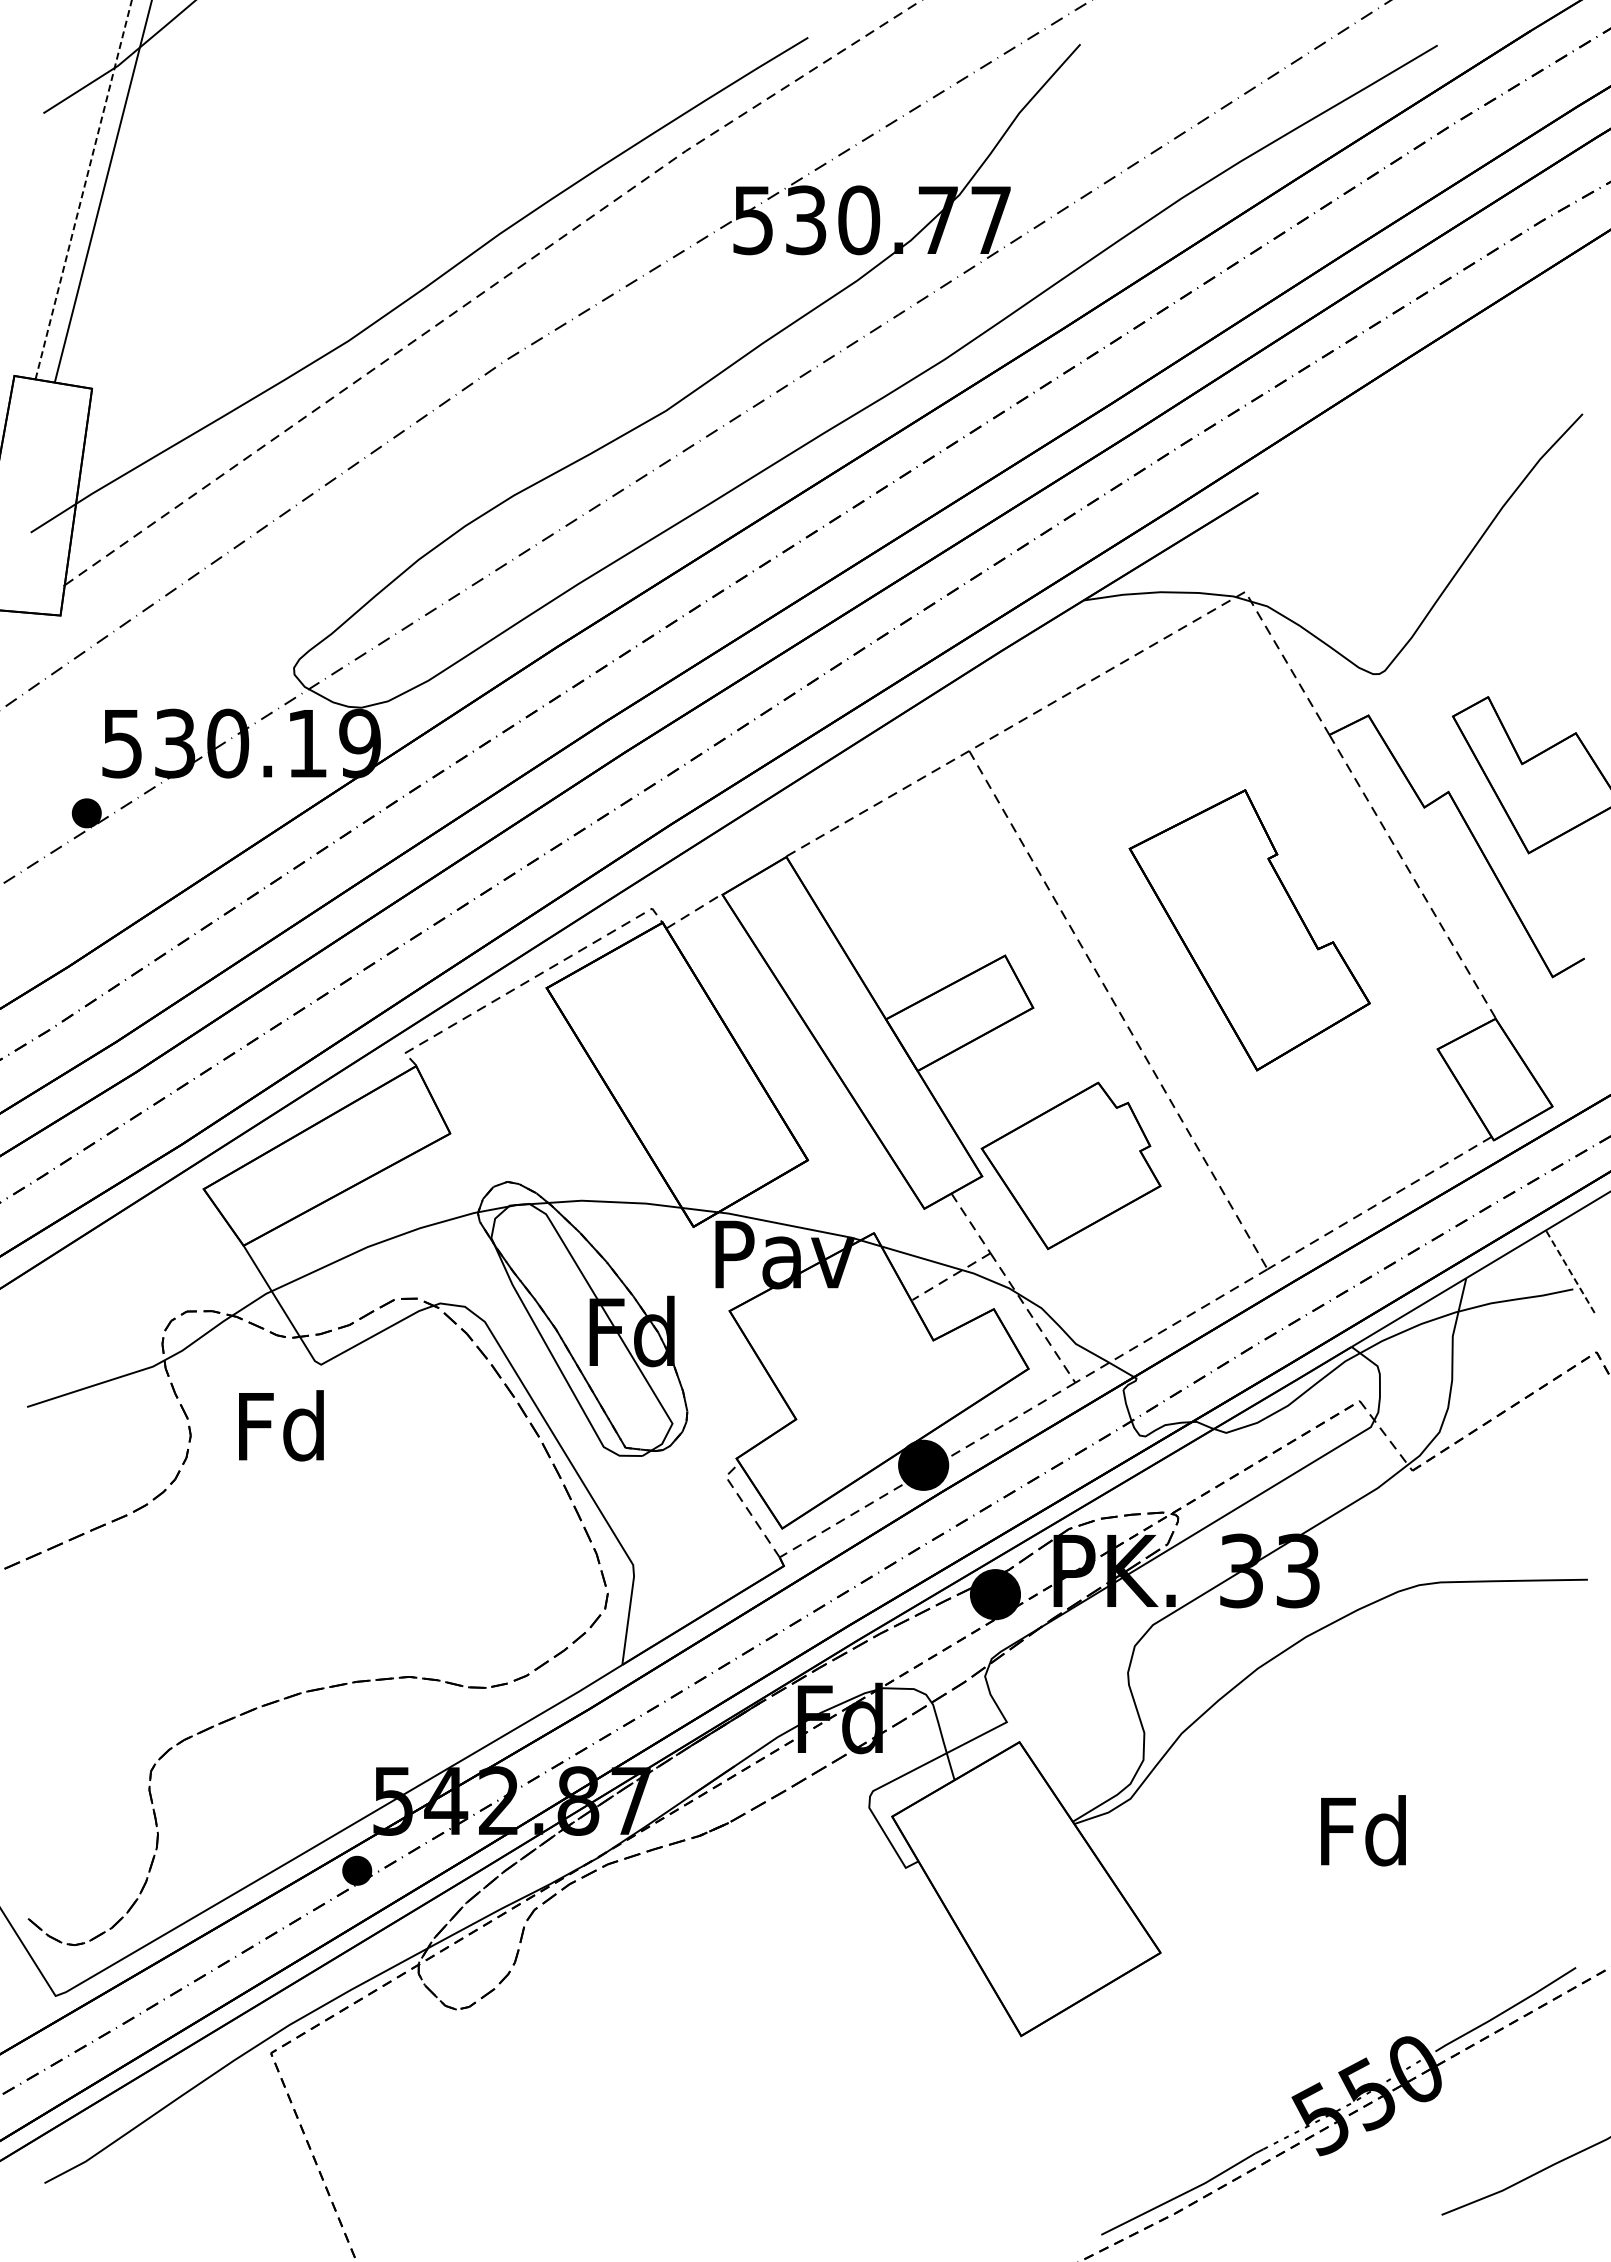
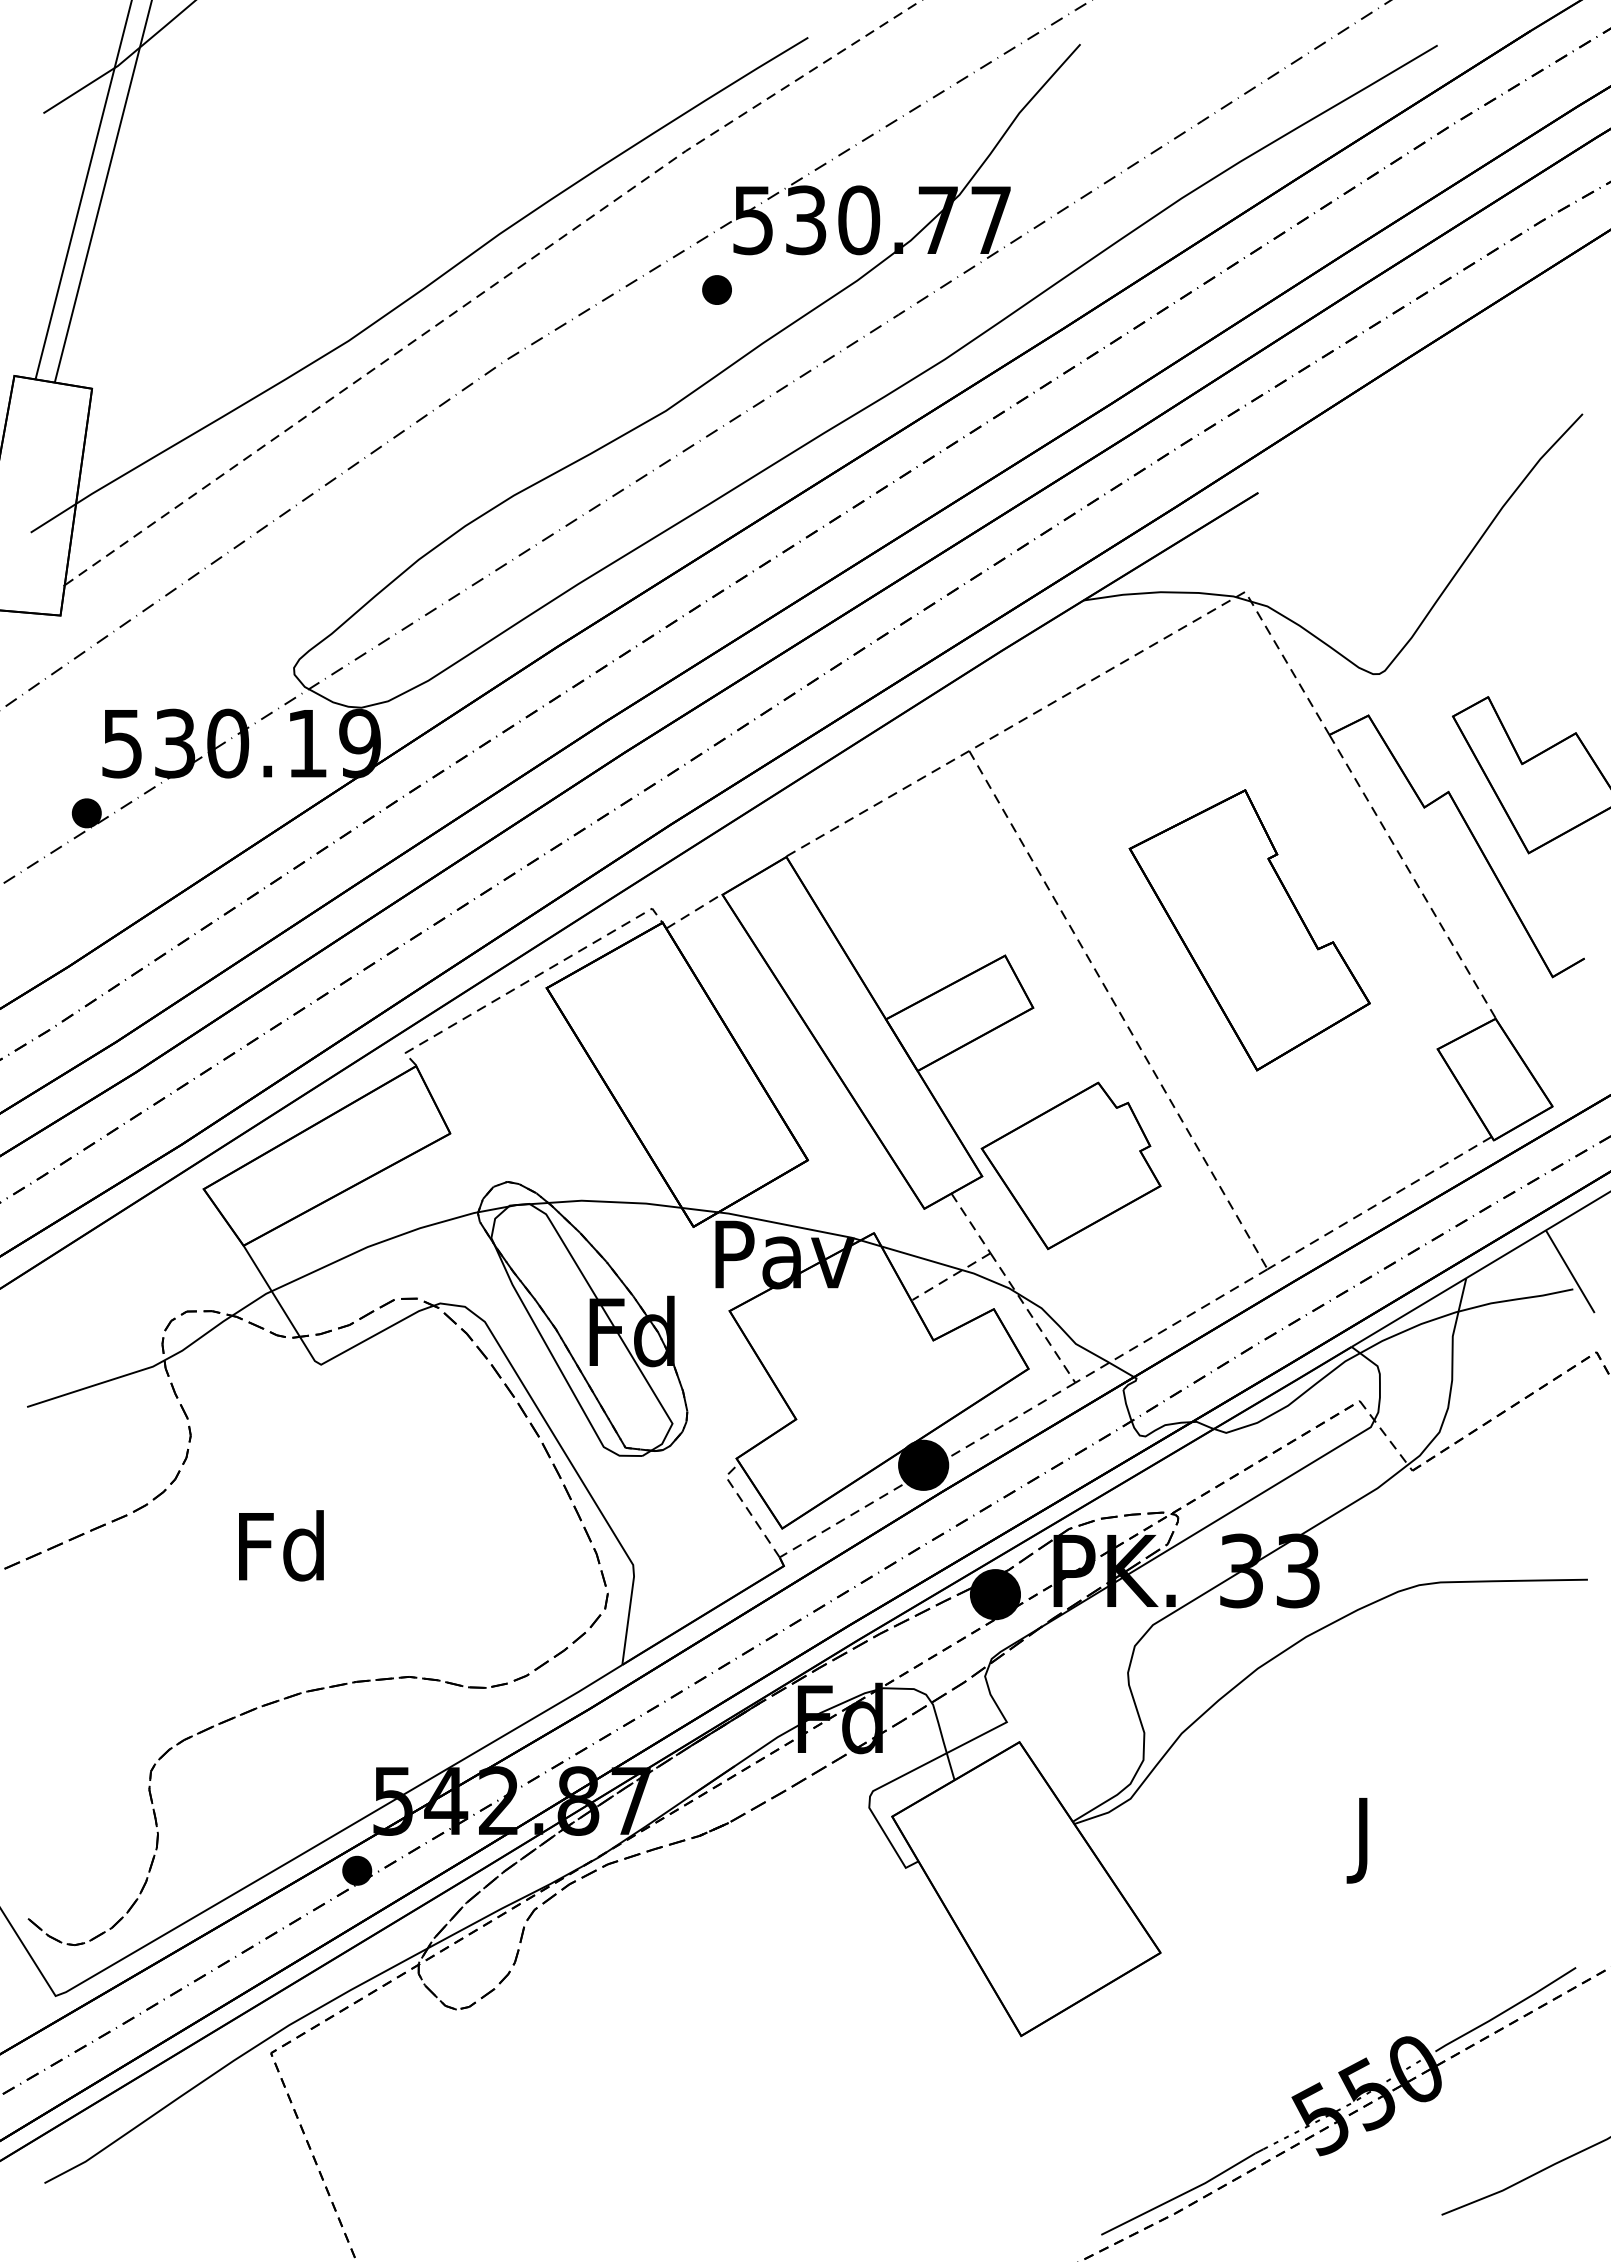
line at (83, 189): dashed -> solid
part at (716, 289): none -> present
line at (1570, 1271): dashed -> solid
text at (281, 1425) position: (281, 1425) -> (281, 1545)
text at (1363, 1839): Fd -> J
